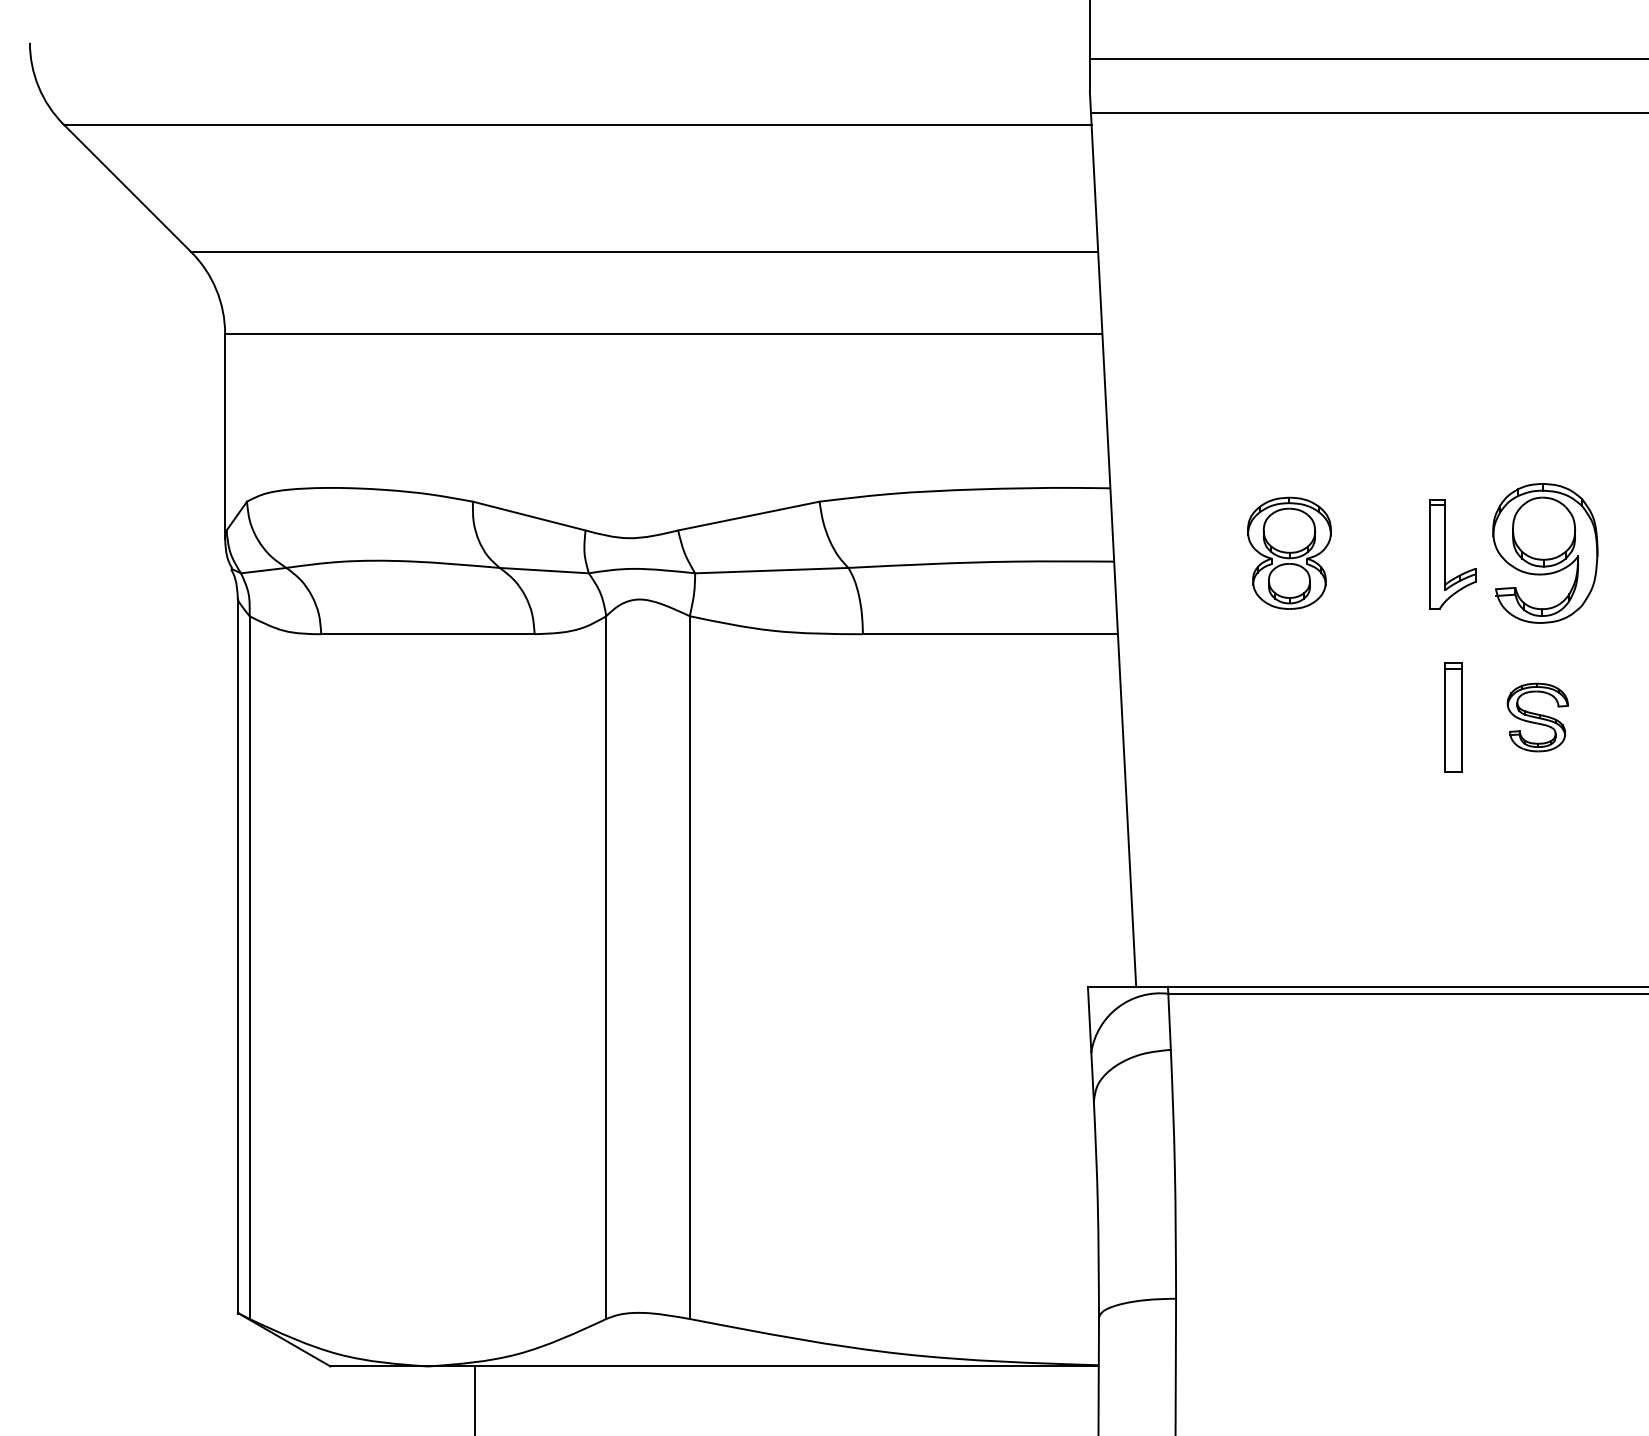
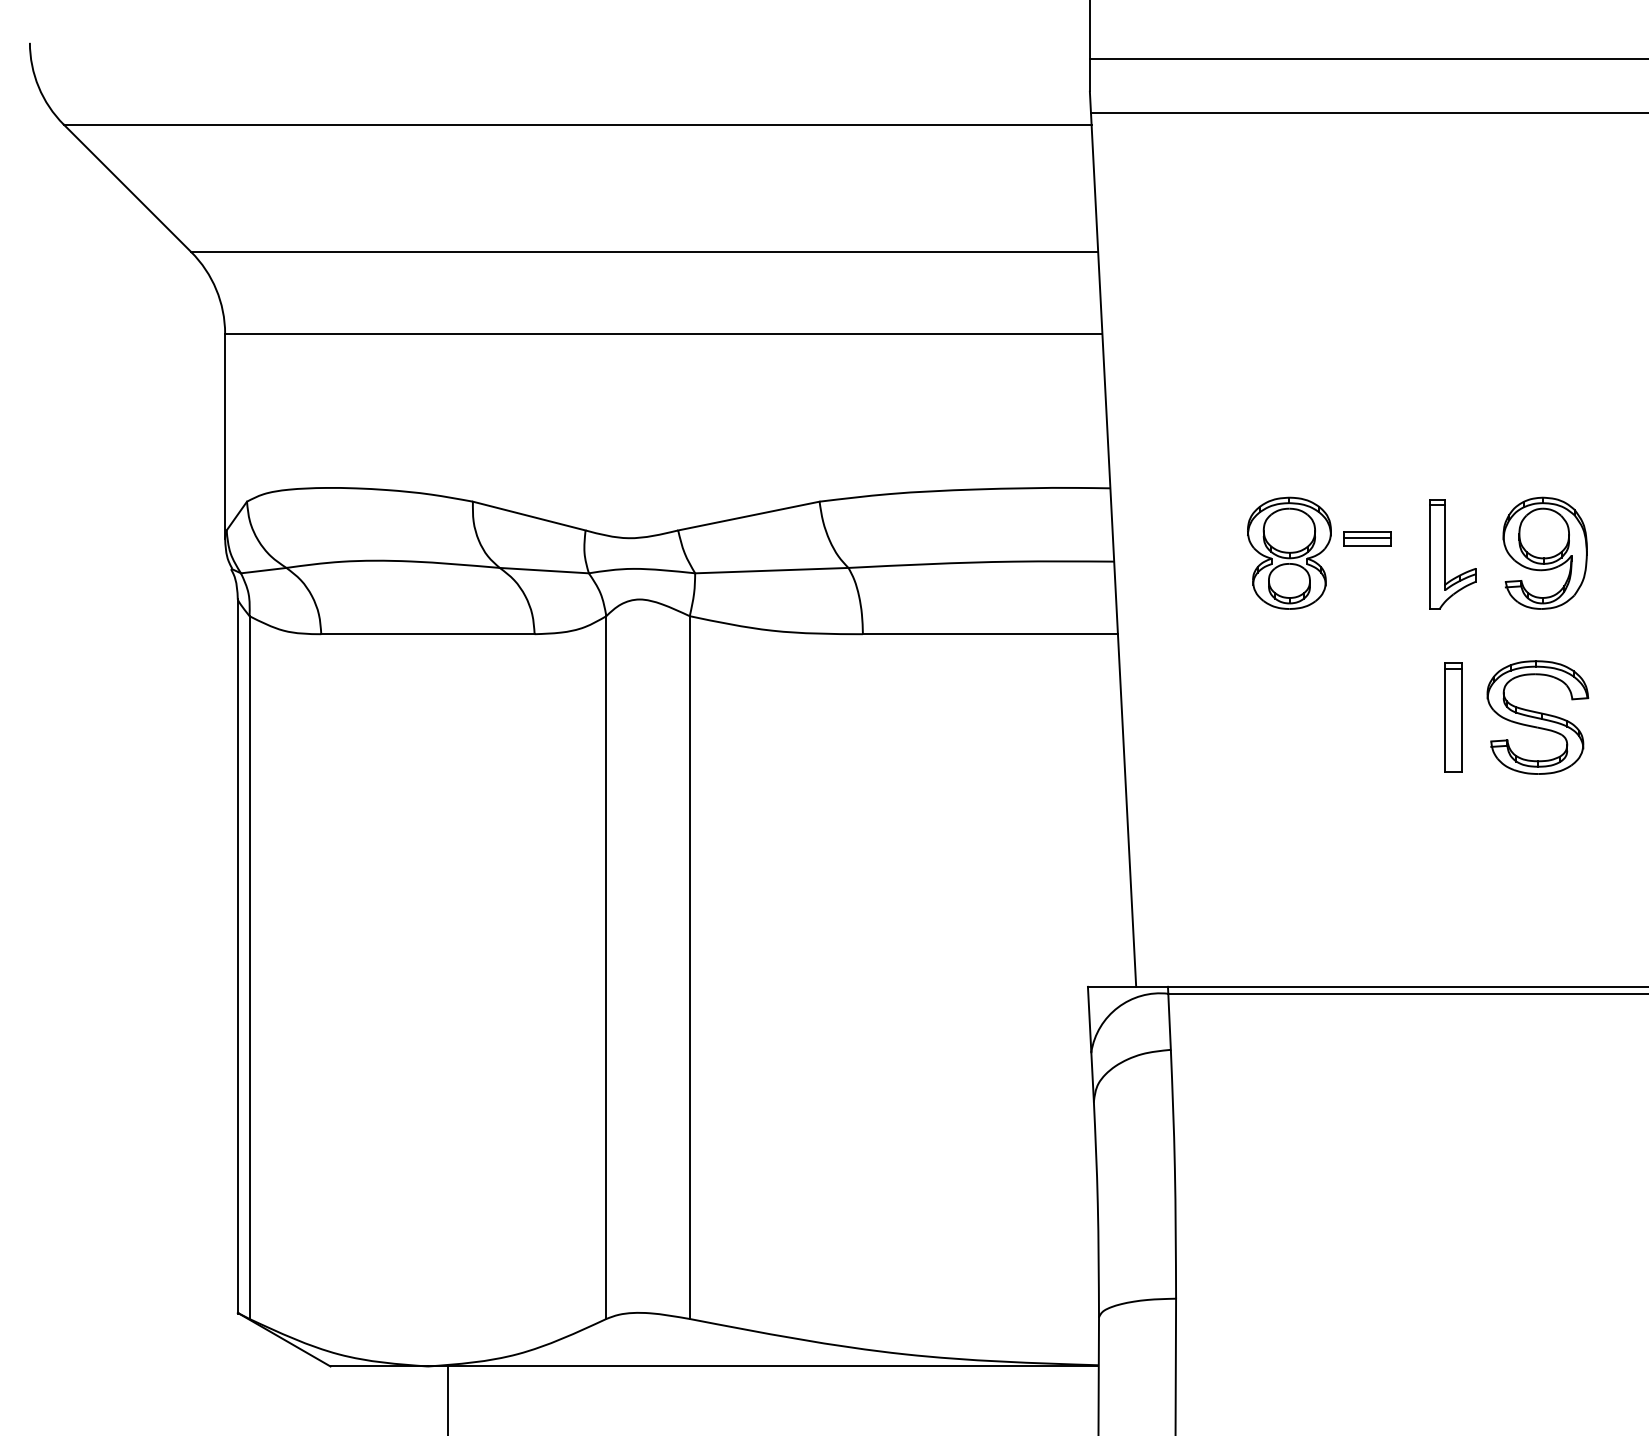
part at (1367, 538): none -> present
part at (1545, 553) size: 107x141 px -> 86x114 px
part at (1537, 717) size: 63x71 px -> 104x115 px
line at (475, 1399) position: (475, 1399) -> (448, 1399)
